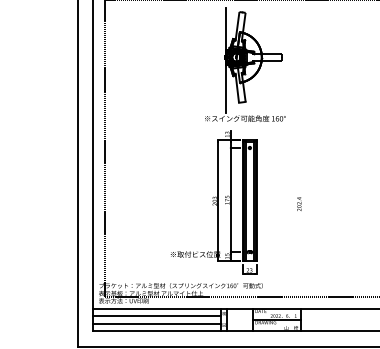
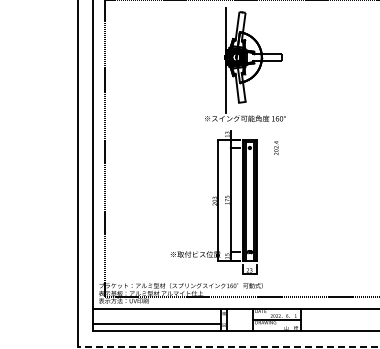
text at (299, 203) position: (299, 203) -> (276, 147)
line at (157, 316): present -> none
line at (228, 346): solid -> dashed
